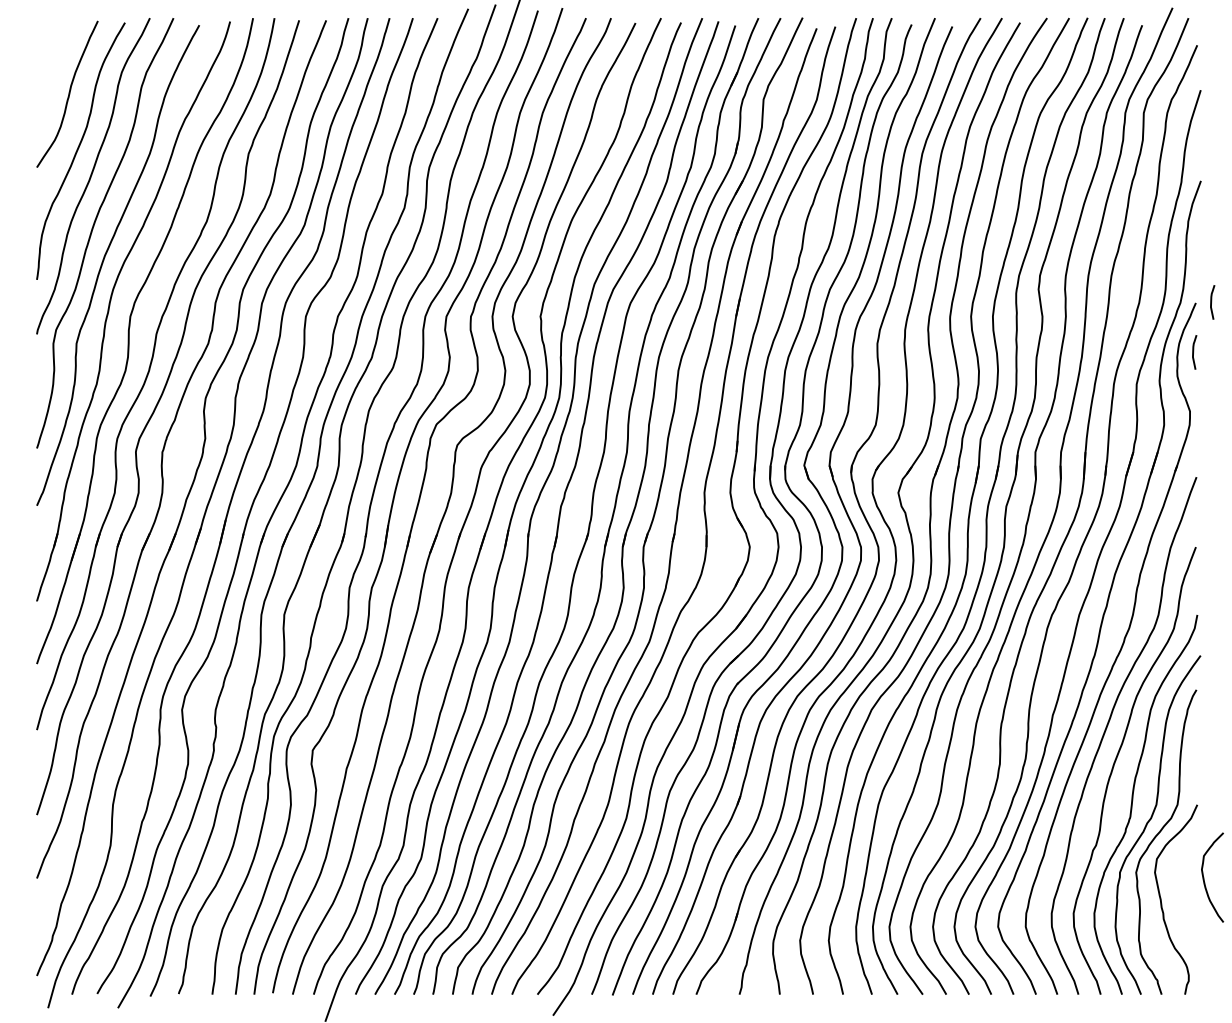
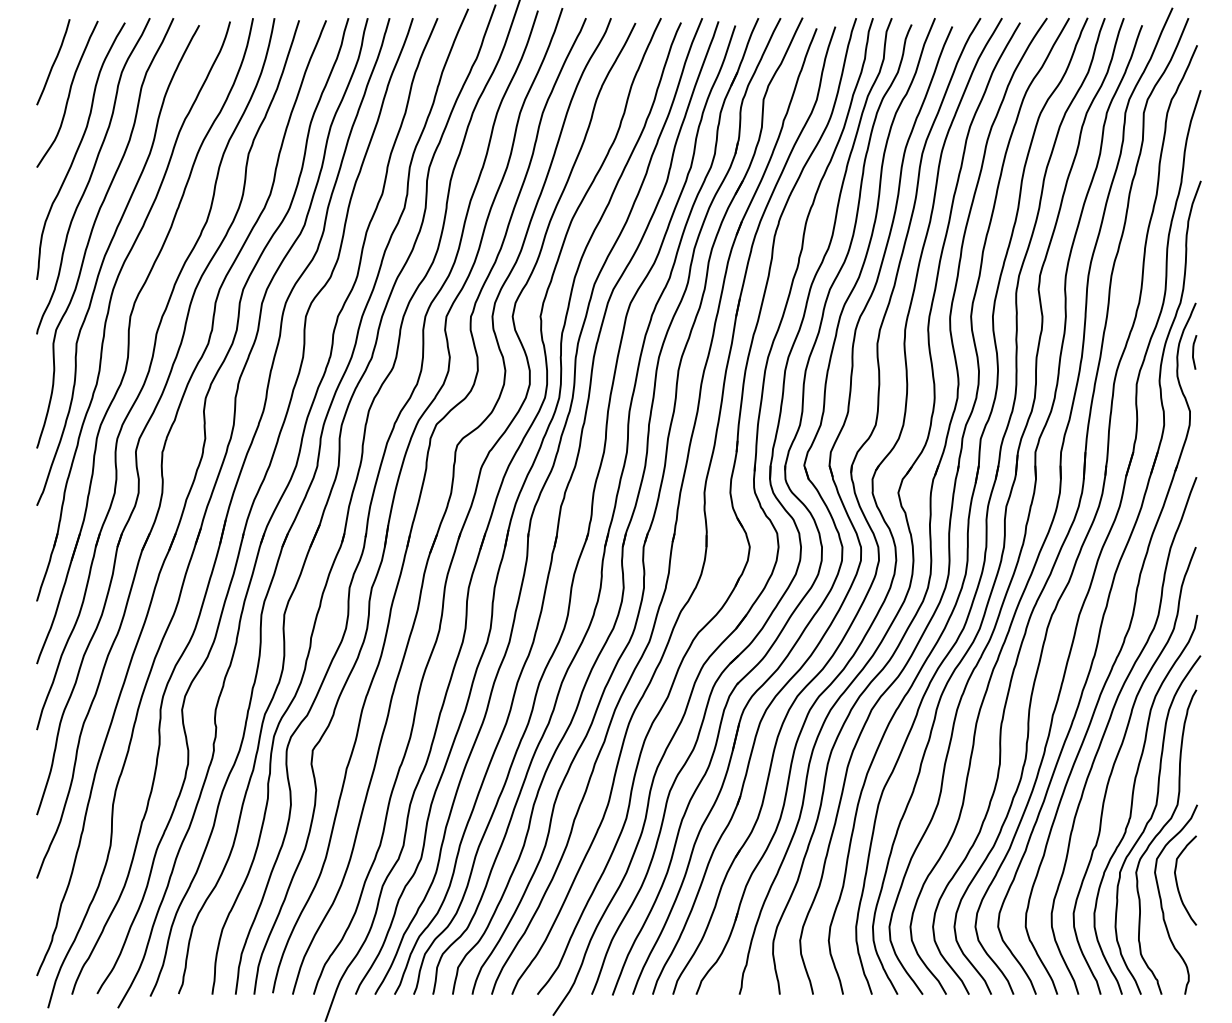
curve at (53, 62): none -> present
curve at (1212, 301): present -> none
curve at (1204, 877) position: (1204, 877) -> (1177, 880)
